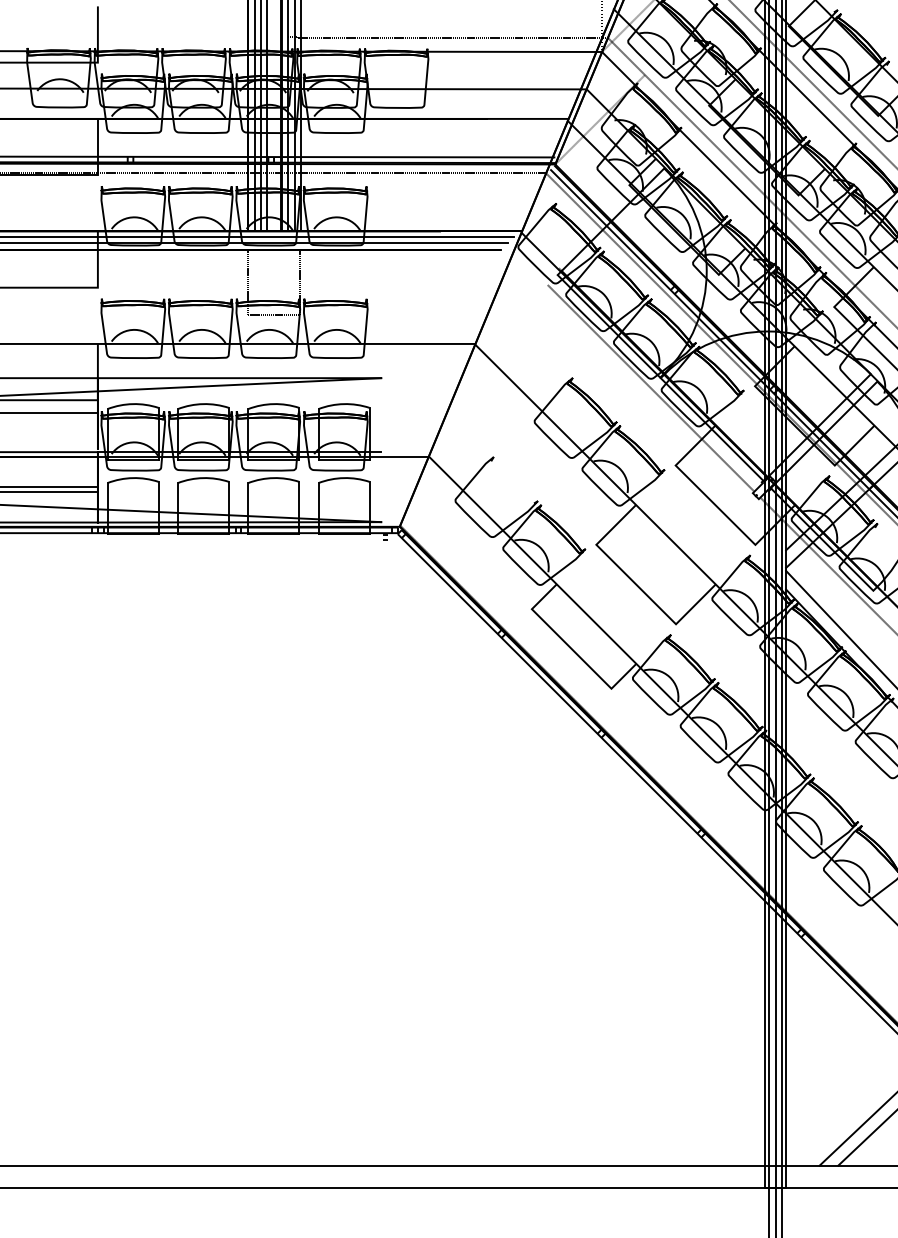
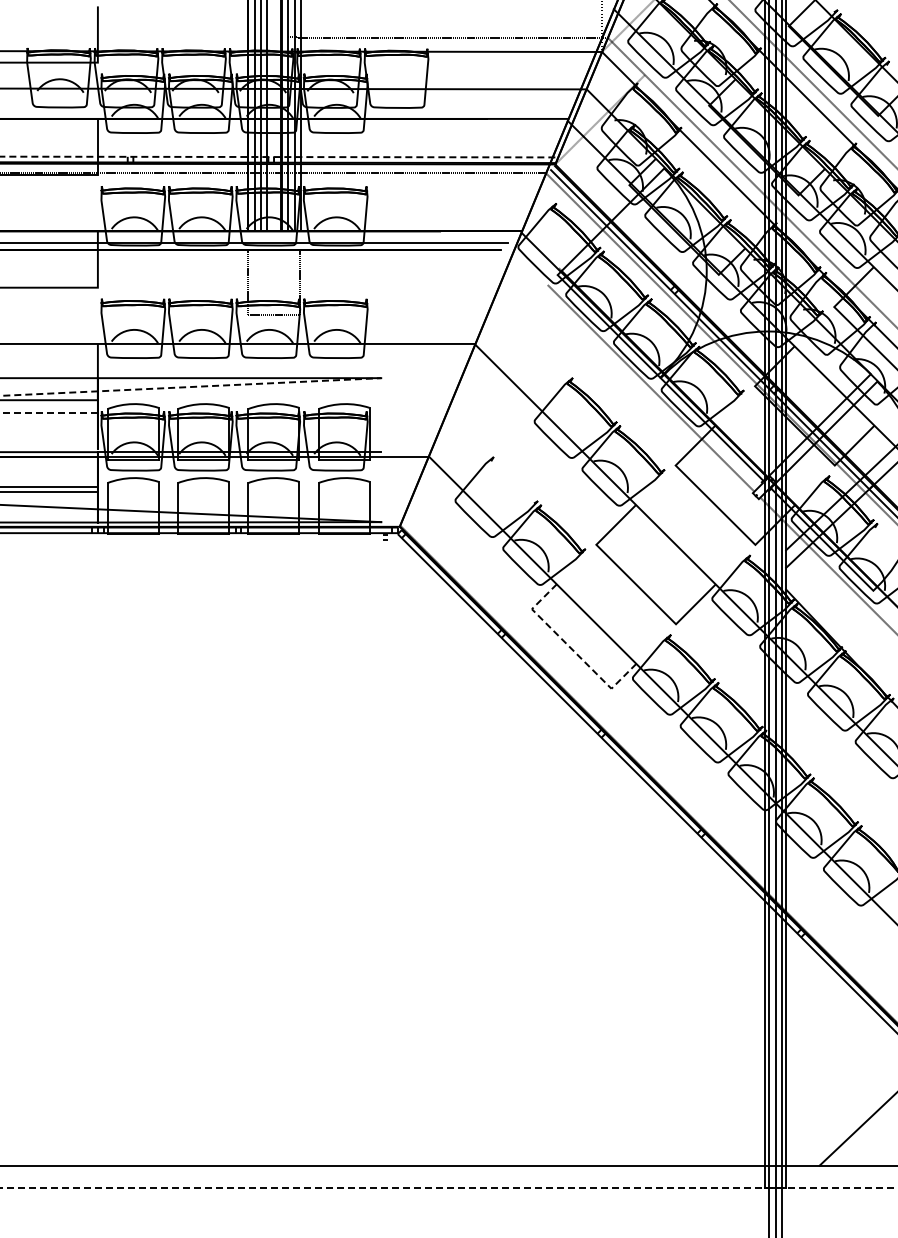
line at (277, 157): solid -> dashed
line at (258, 237): present -> none
line at (191, 386): solid -> dashed
line at (49, 413): solid -> dashed
line at (840, 627): present -> none
line at (571, 648): solid -> dashed
line at (866, 1138): present -> none
line at (448, 1188): solid -> dashed
